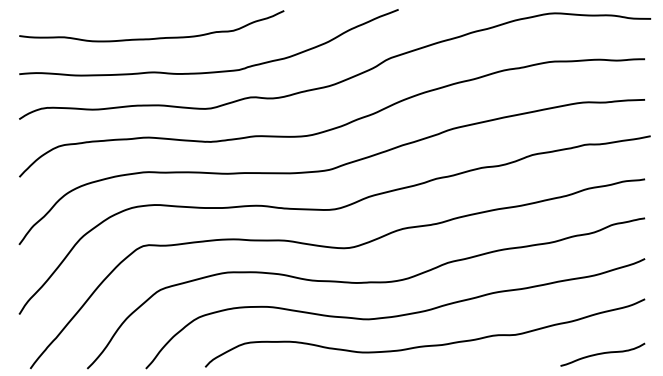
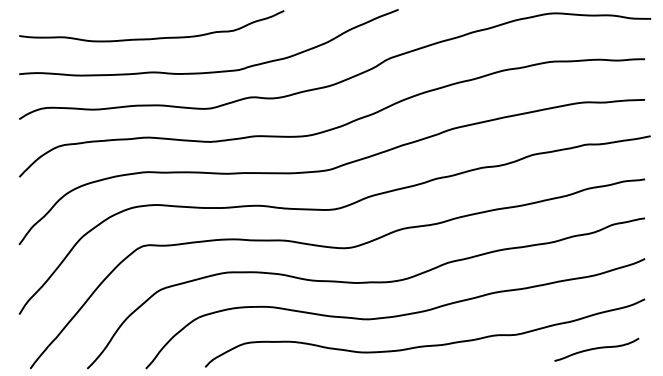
curve at (602, 354) position: (602, 354) -> (596, 349)
